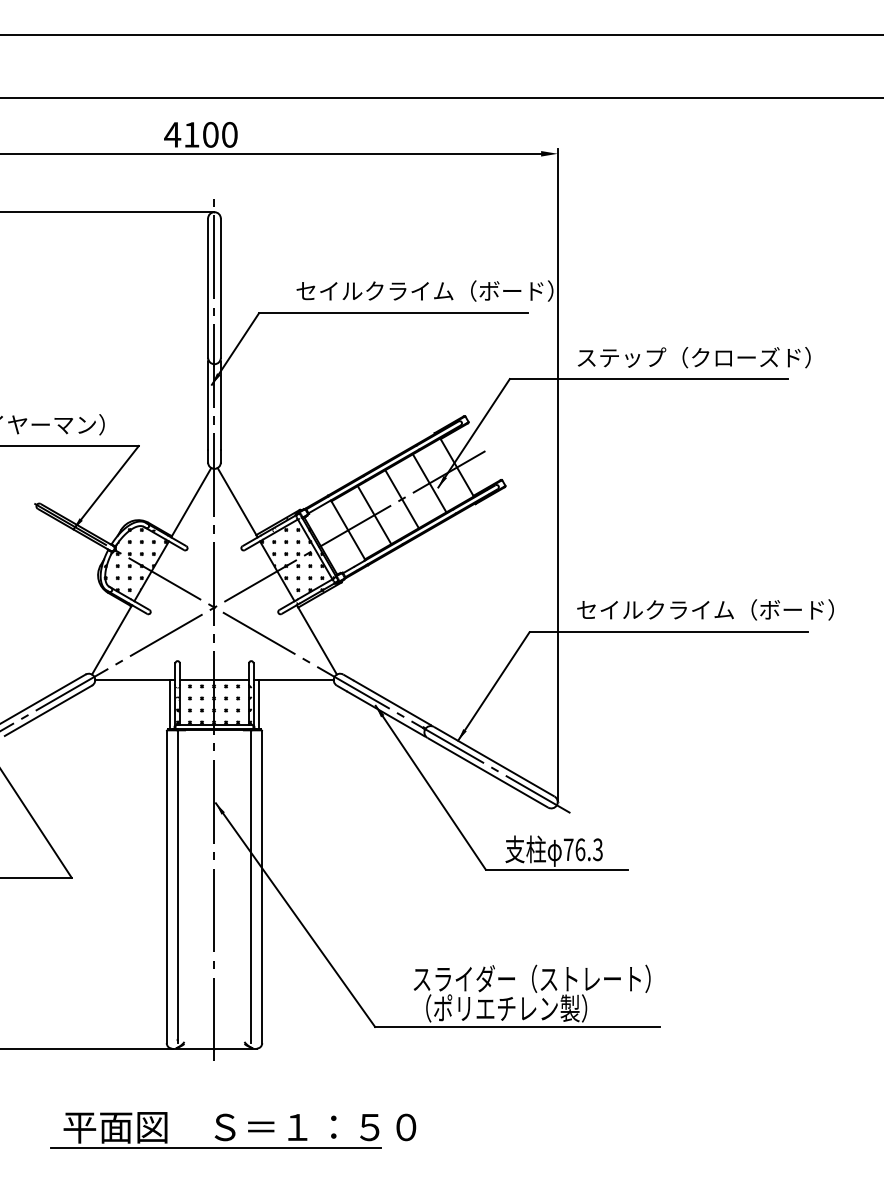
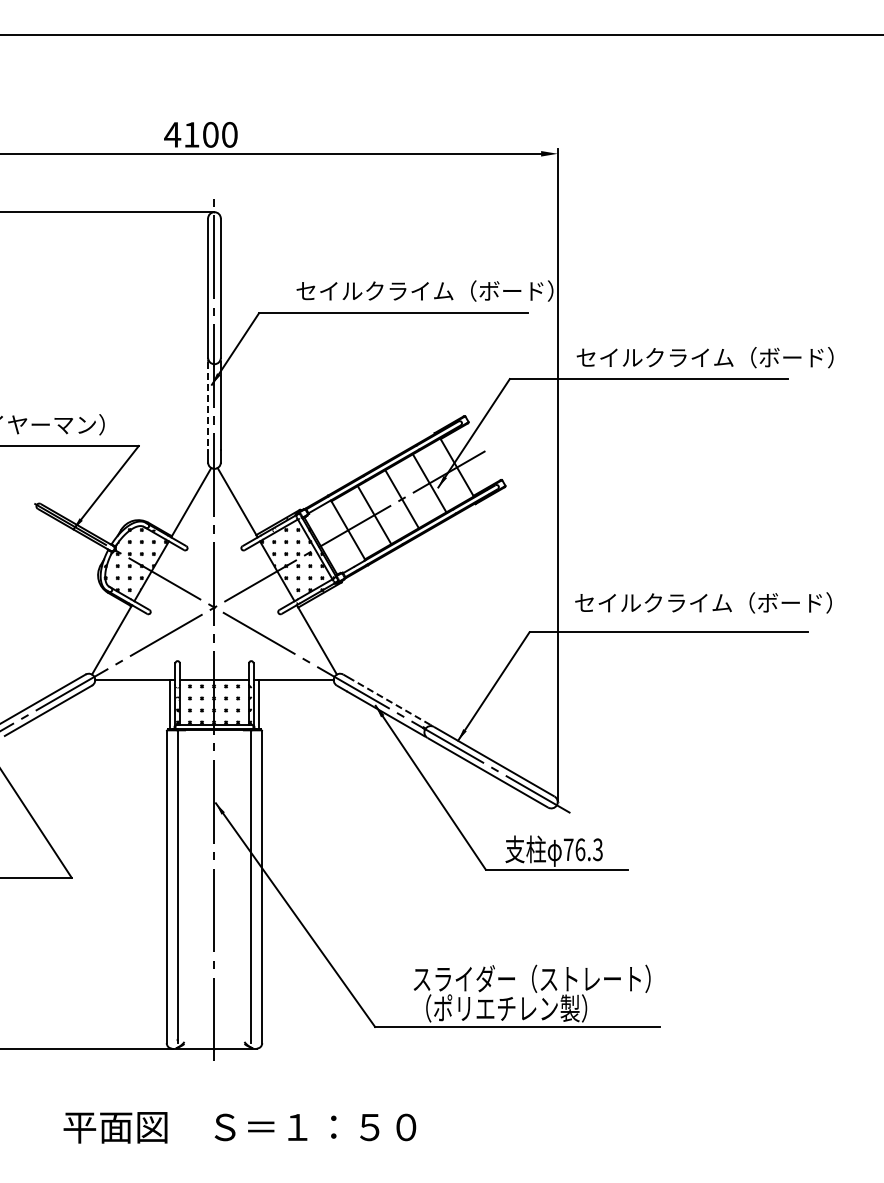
line at (441, 97): present -> none
text at (704, 357): ステップ（クローズド） -> セイルクライム（ボード）
line at (208, 406): solid -> dashed
text at (705, 609) position: (705, 609) -> (703, 602)
line at (391, 702): solid -> dashed
line at (215, 1147): present -> none
